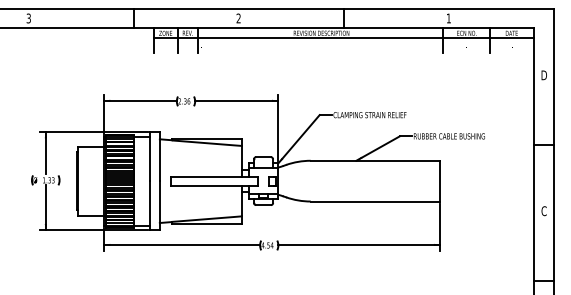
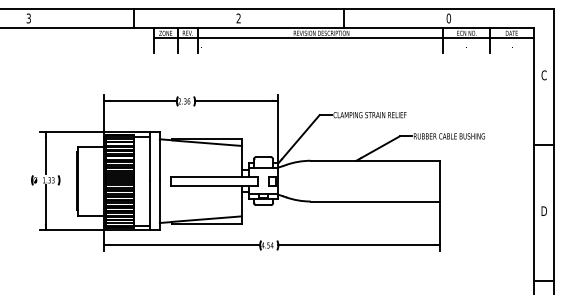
text at (448, 18): 1 -> 0
text at (543, 75): D -> C
text at (543, 211): C -> D
